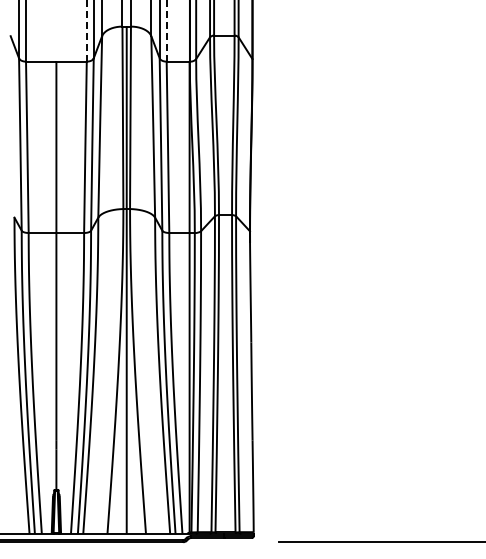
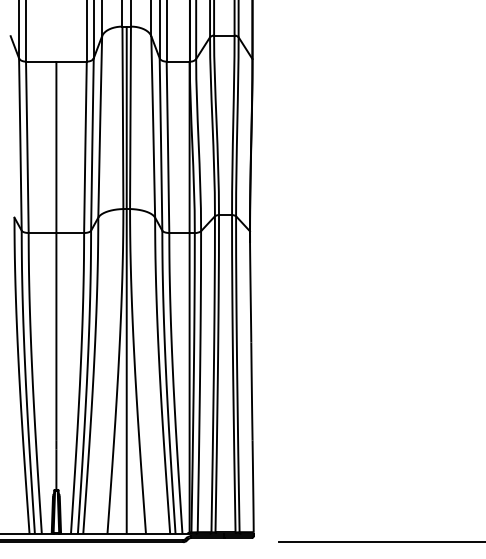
line at (86, 30): dashed -> solid
line at (166, 30): dashed -> solid
